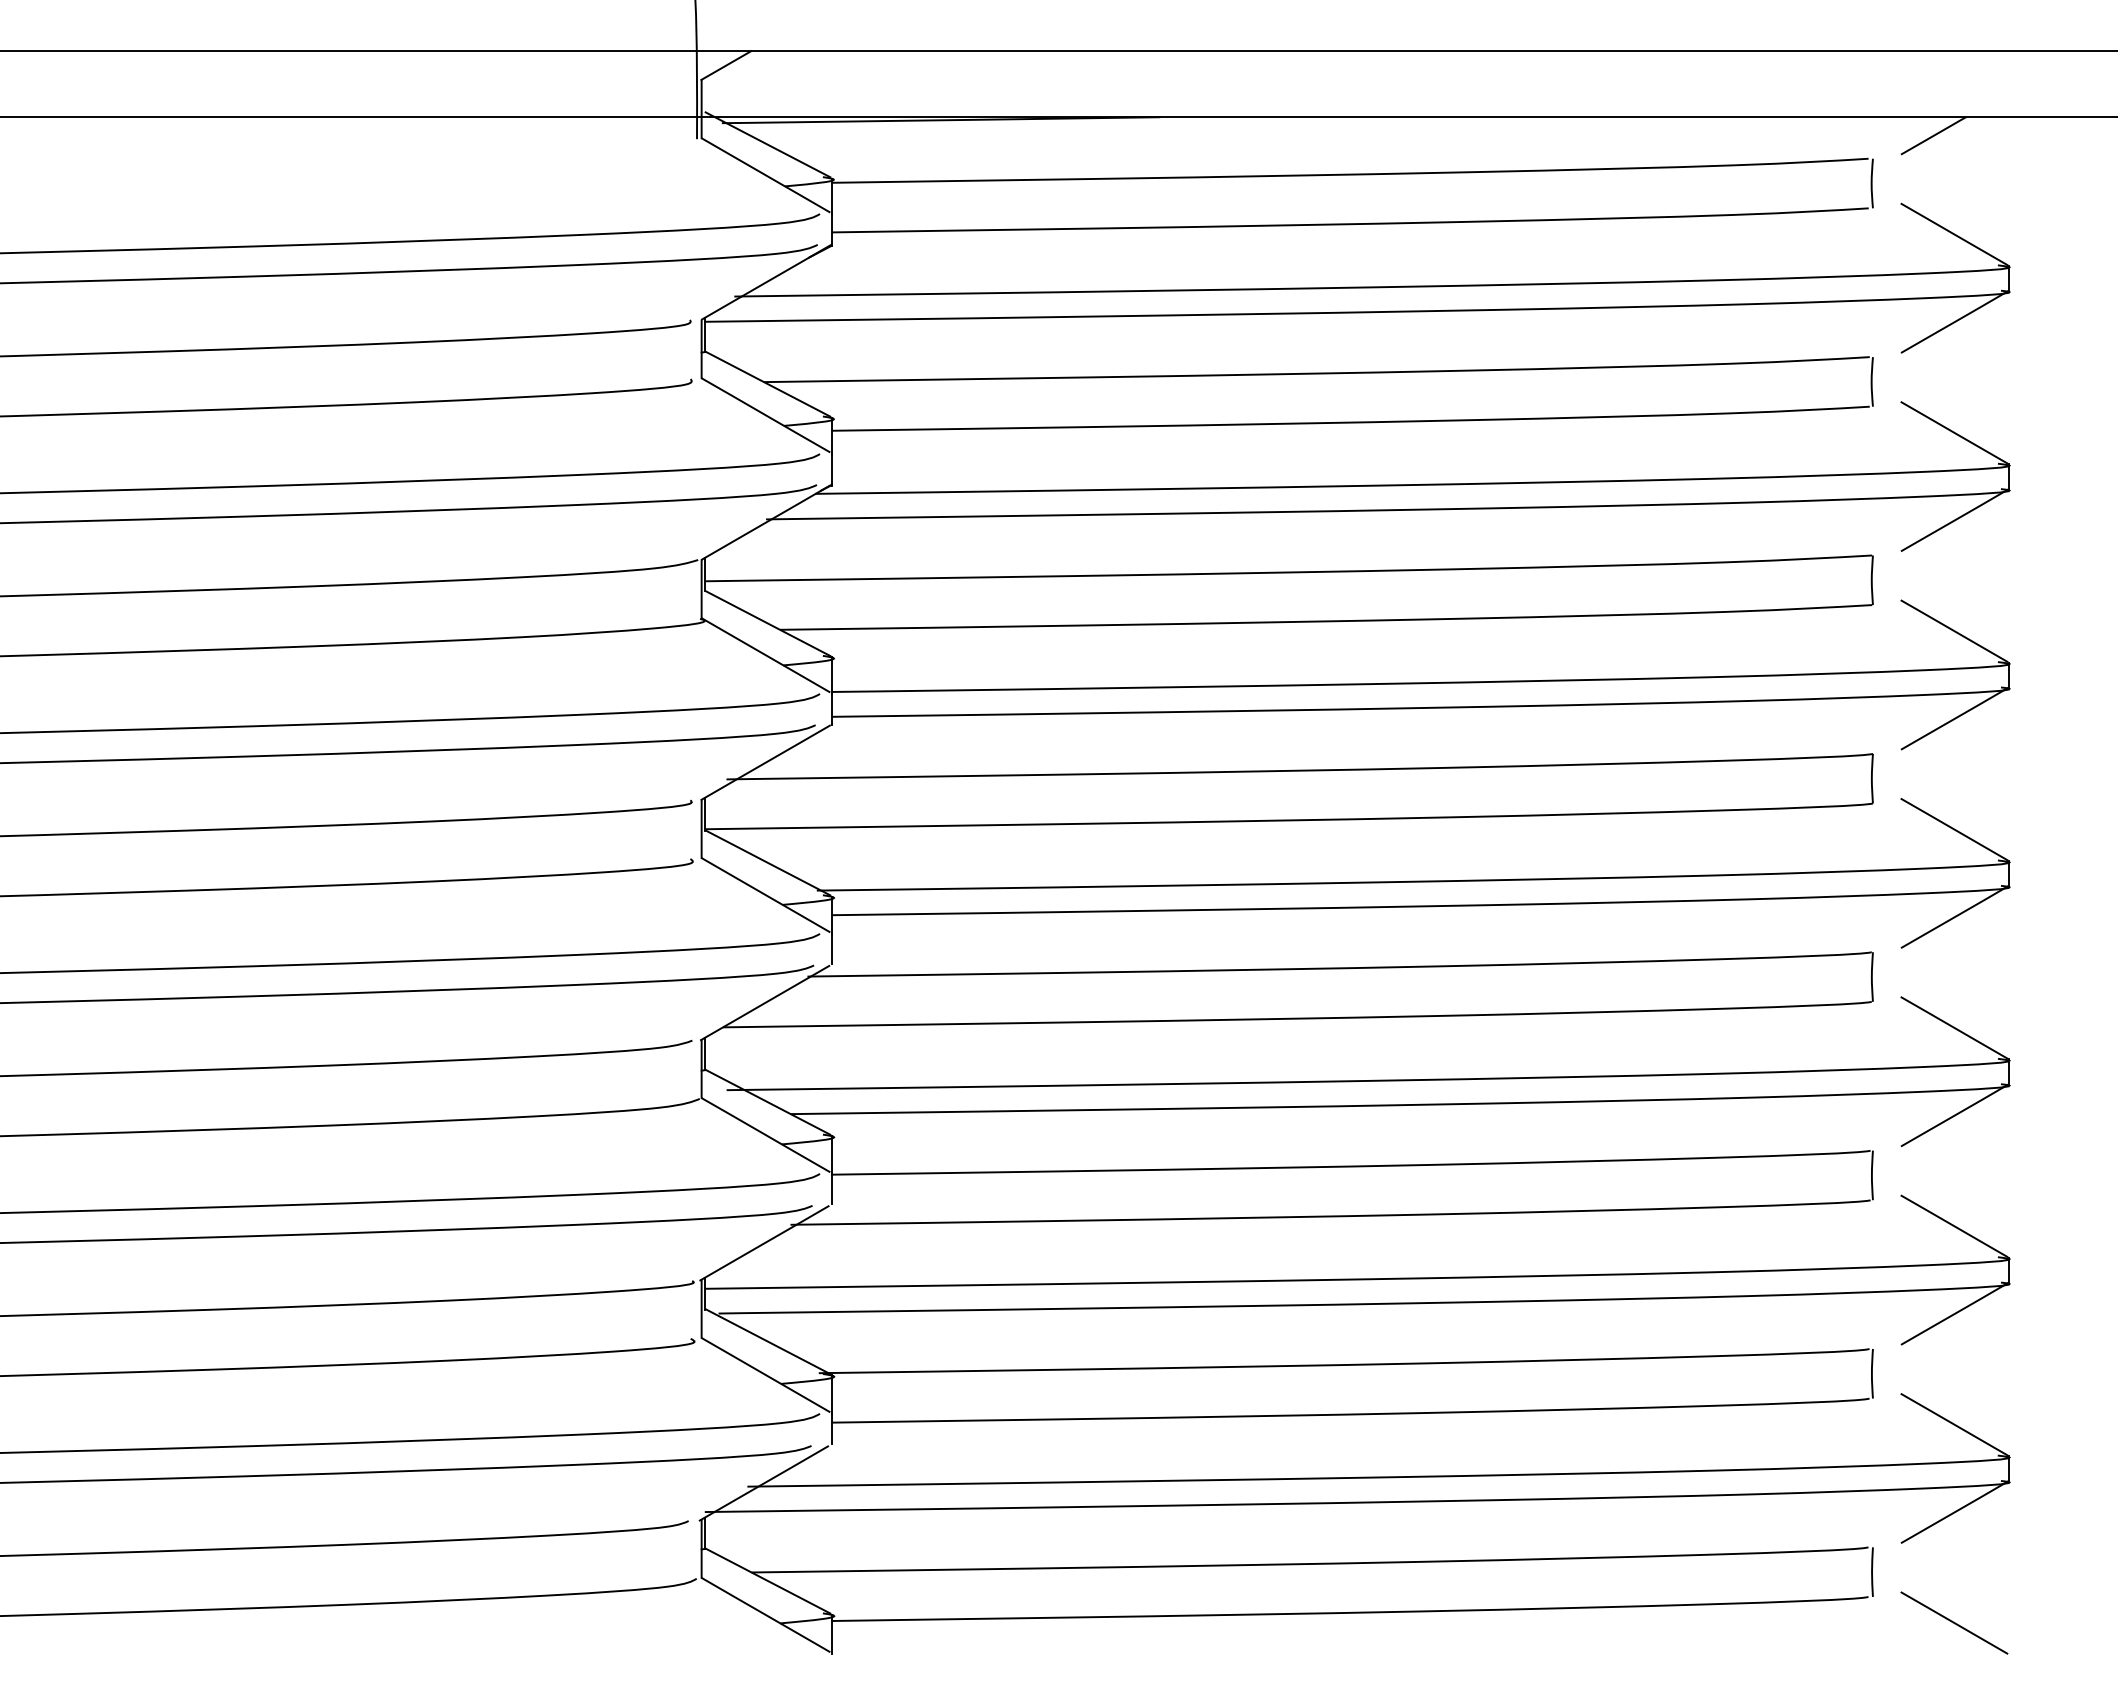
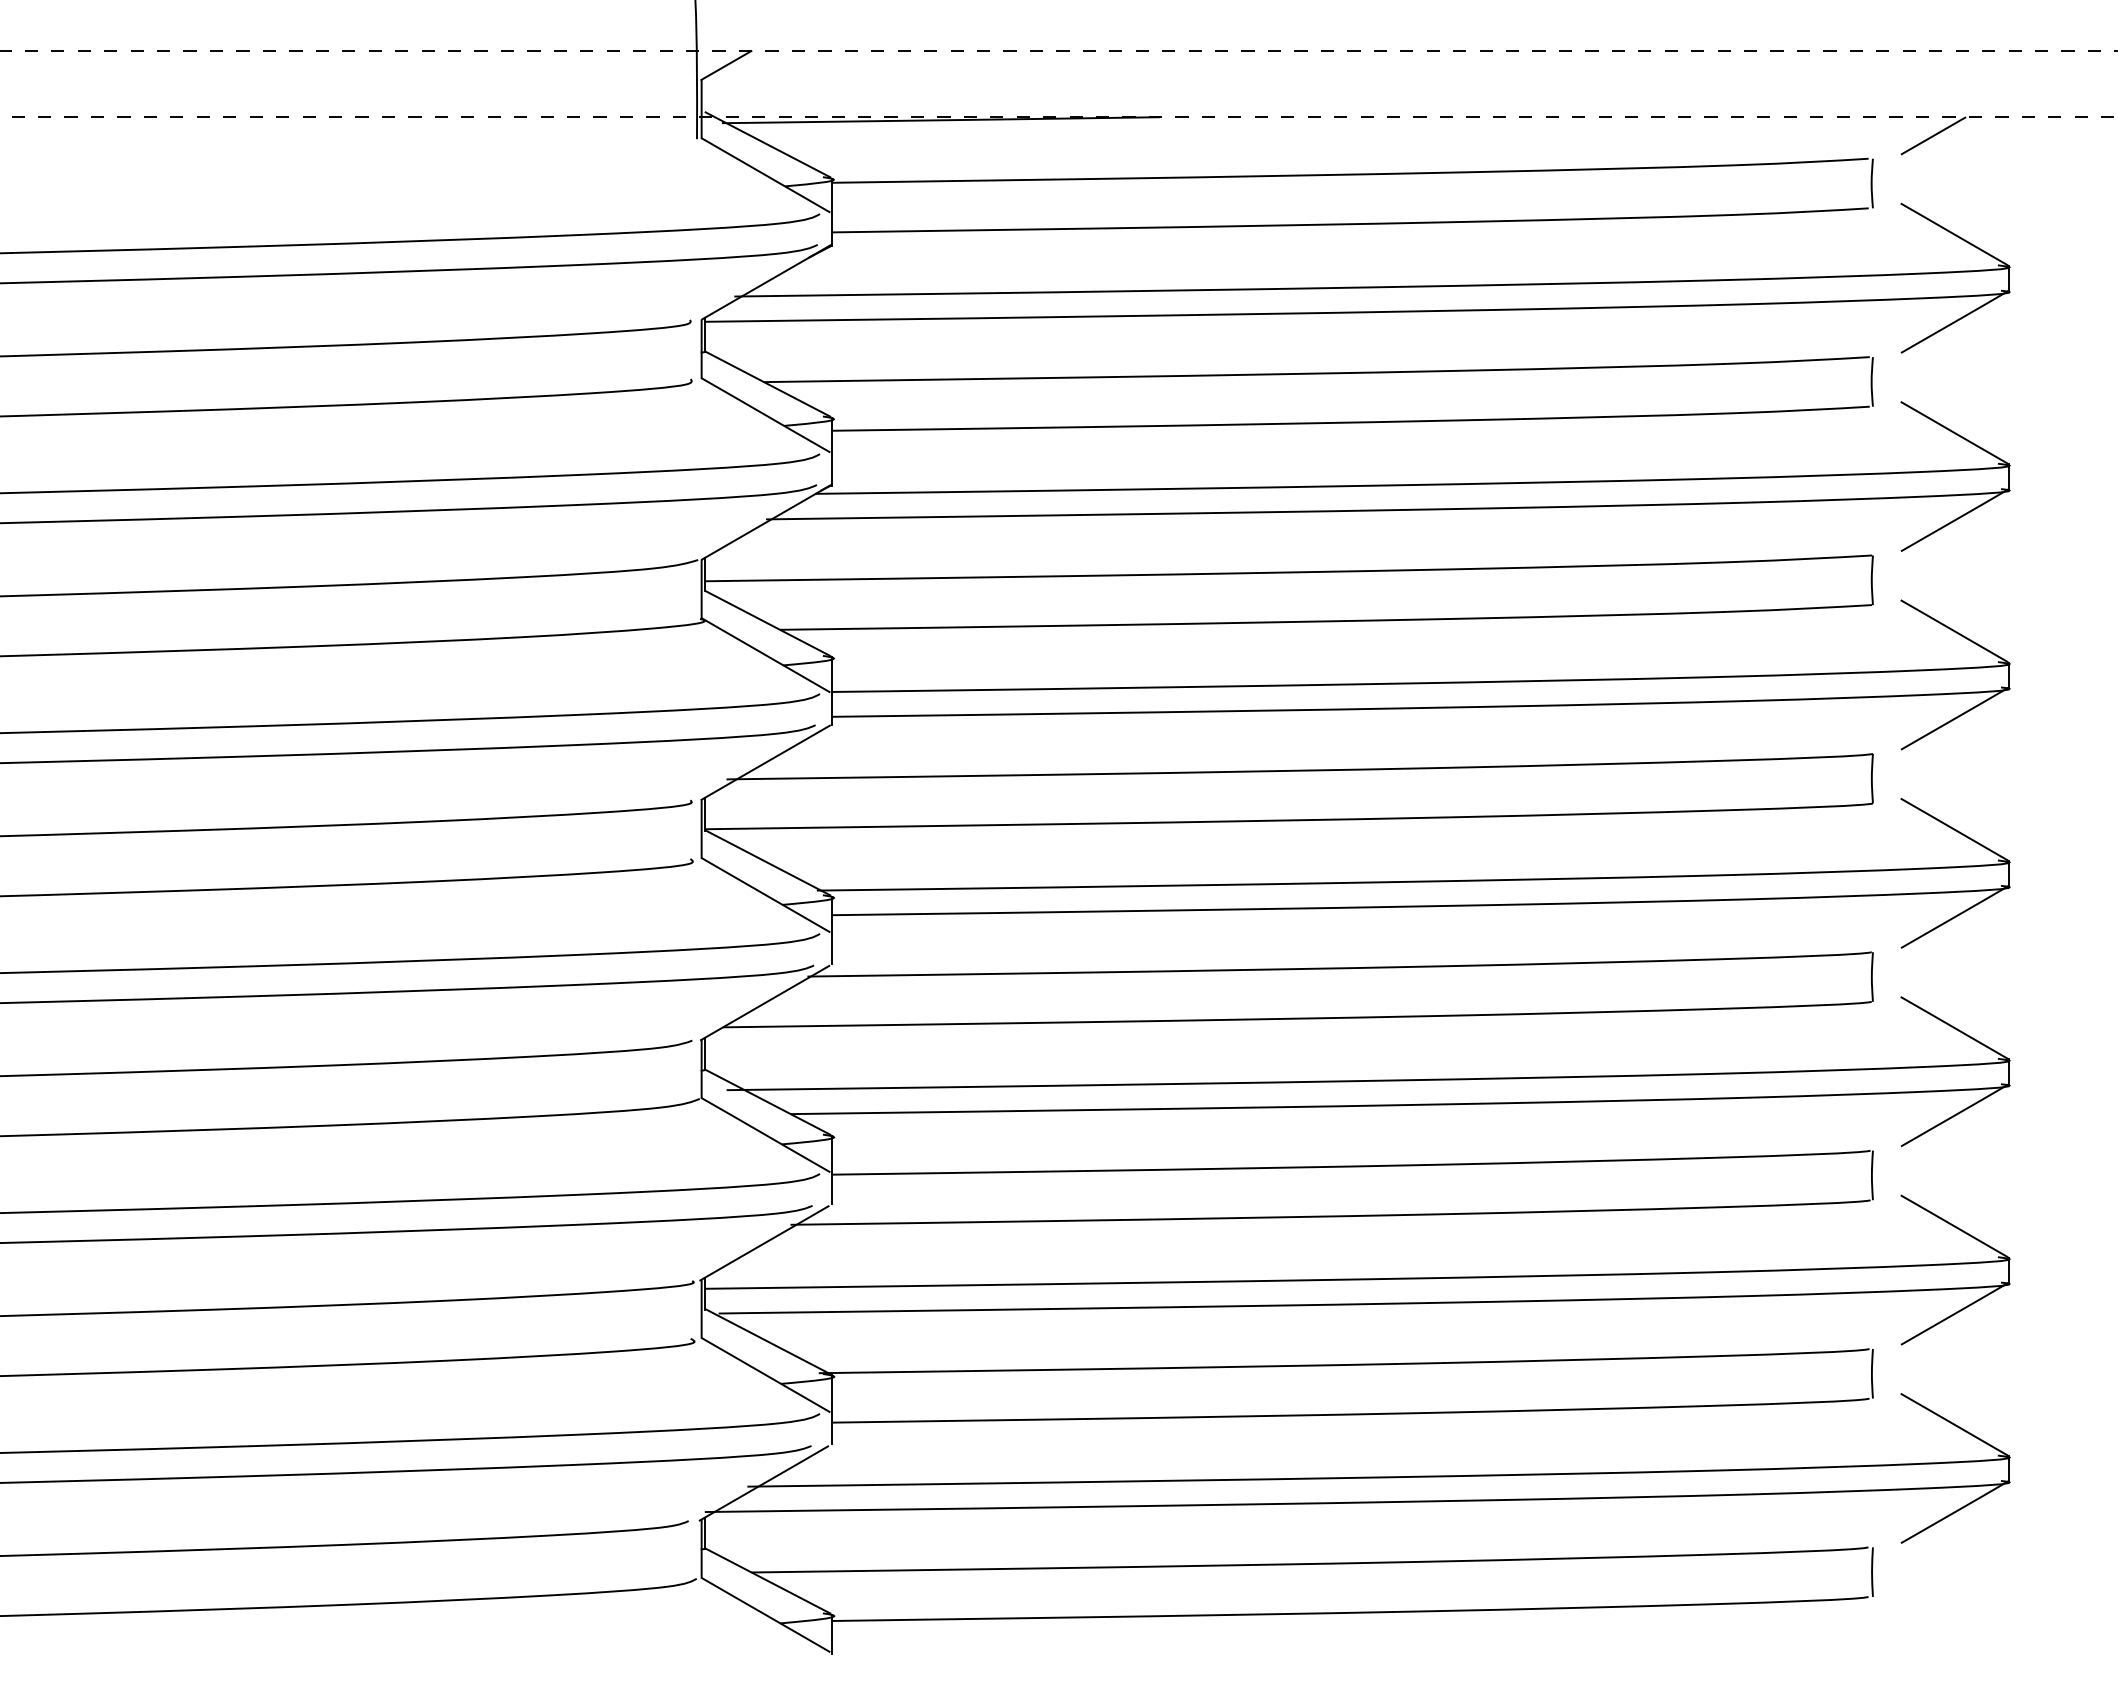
line at (1058, 51): solid -> dashed
line at (1059, 117): solid -> dashed
line at (1954, 1622): present -> none
